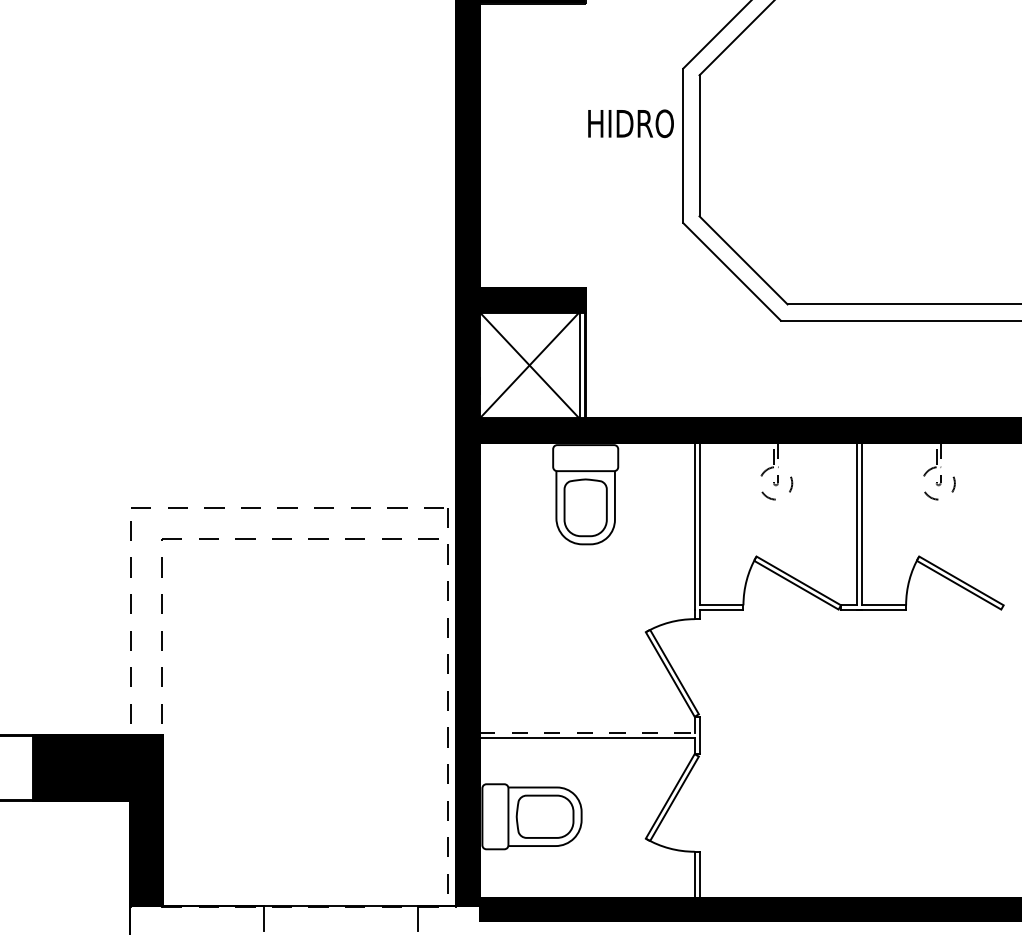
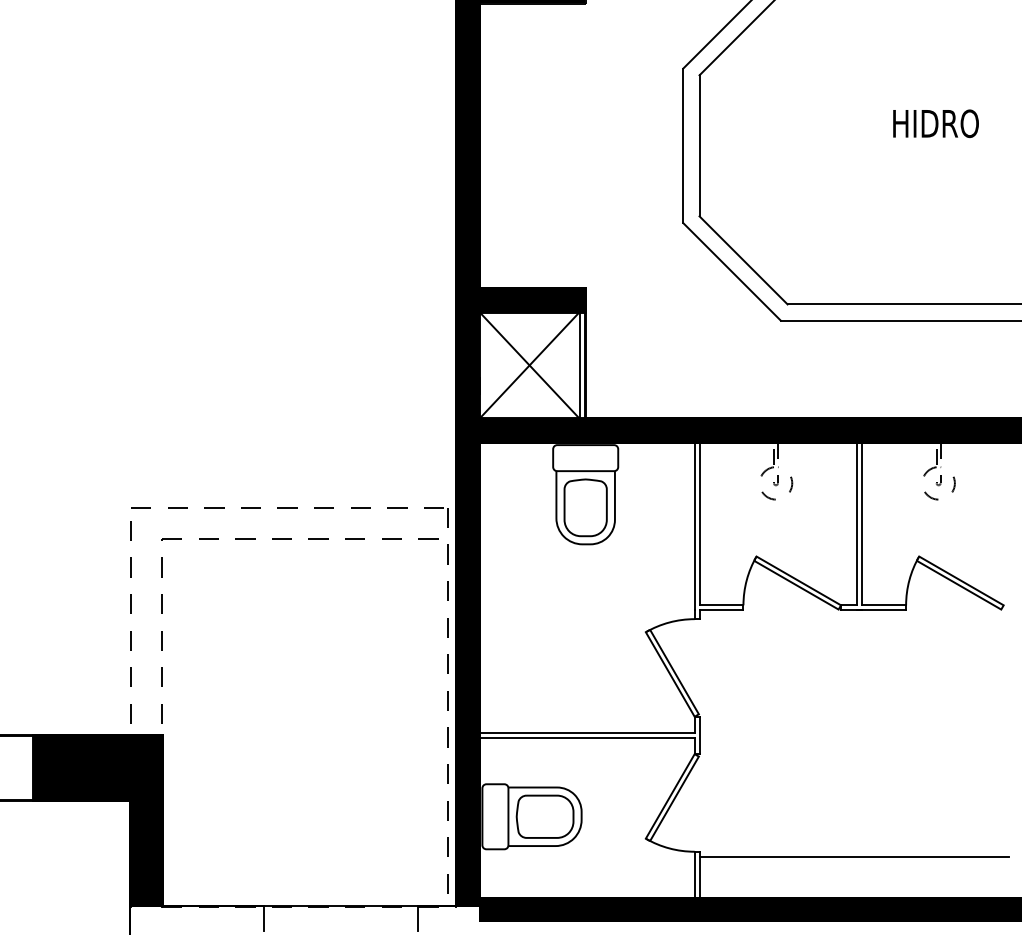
text at (630, 123) position: (630, 123) -> (935, 123)
line at (586, 733): dashed -> solid
line at (853, 857): none -> present
